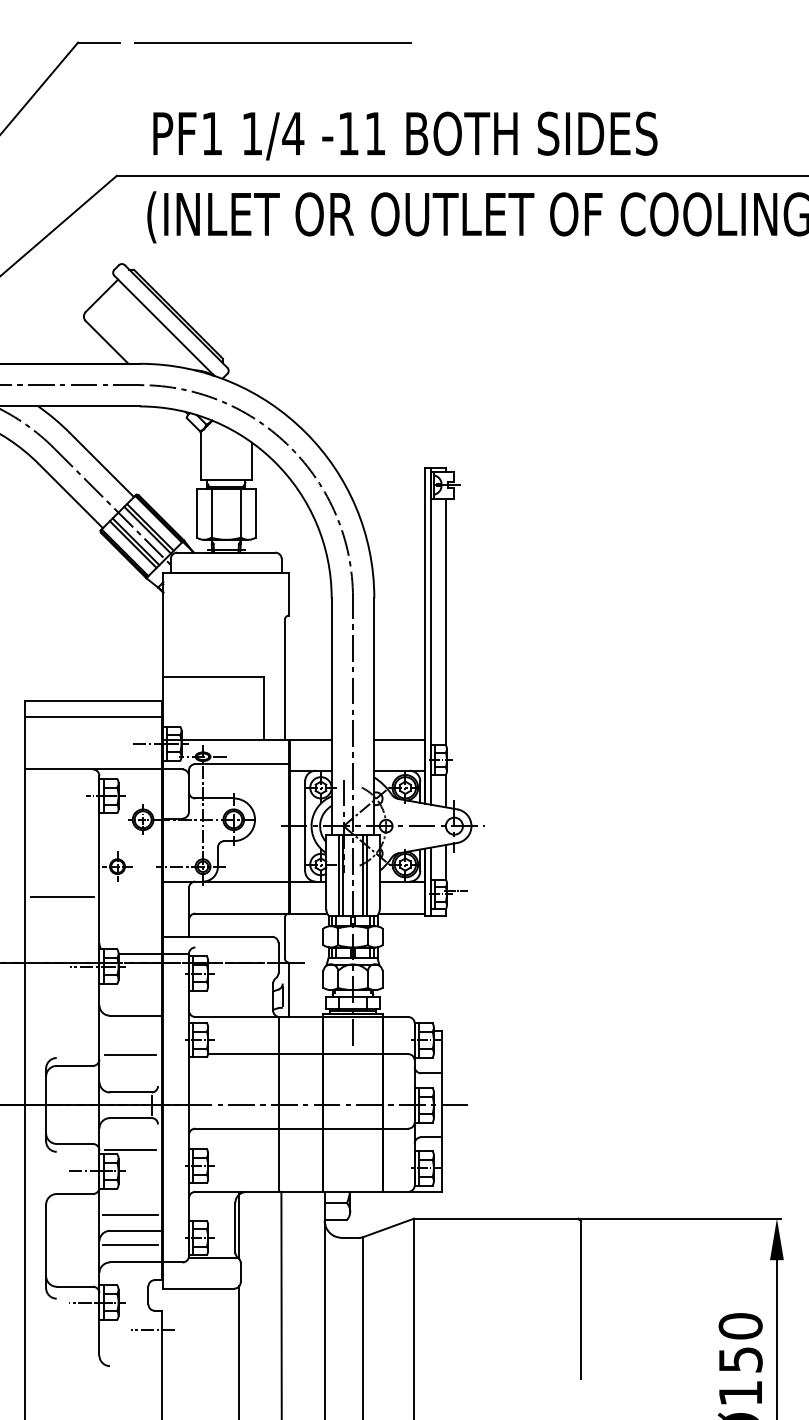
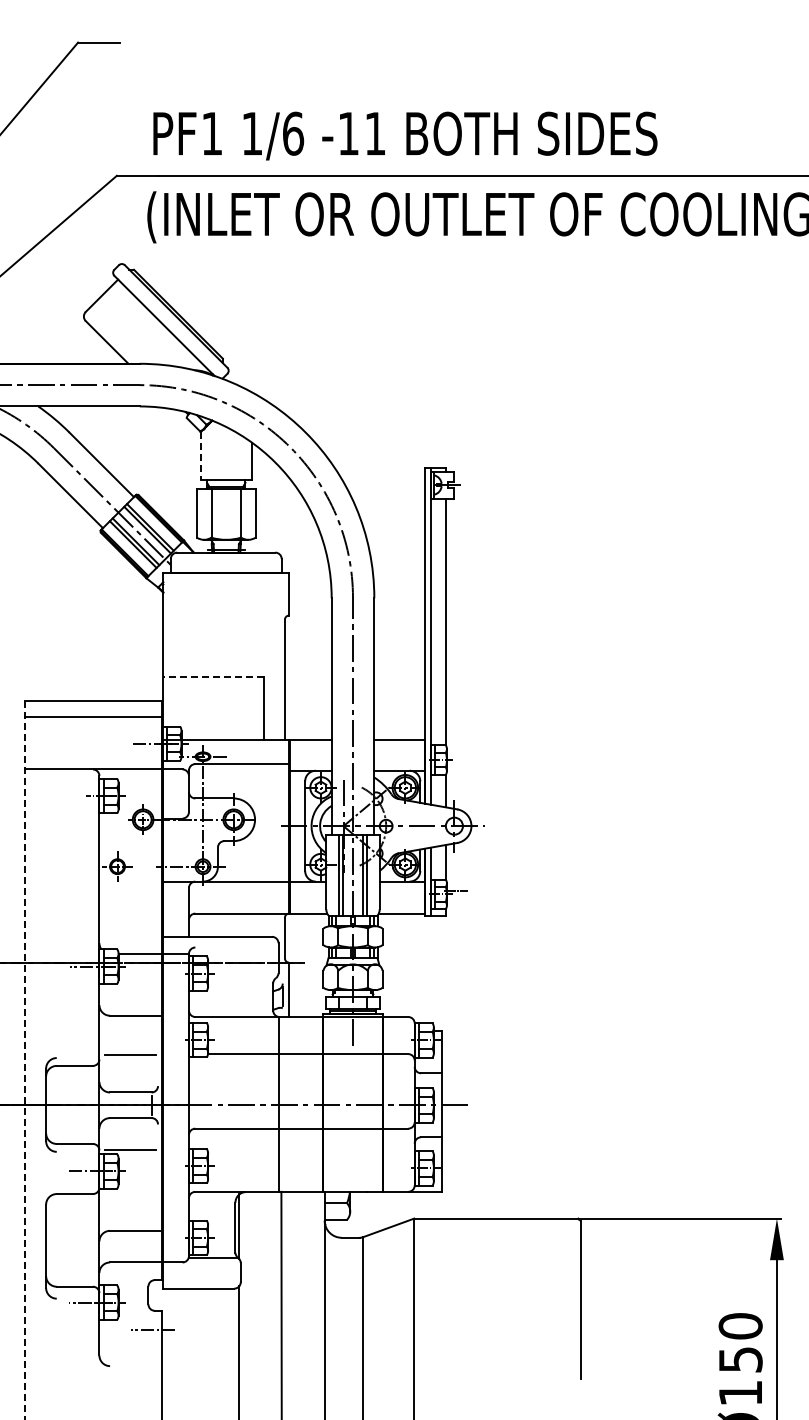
line at (272, 42): present -> none
text at (293, 133): 1/4 -> 1/6
line at (200, 456): solid -> dashed
line at (212, 676): solid -> dashed
line at (62, 897): present -> none
line at (24, 1060): solid -> dashed
line at (130, 1214): present -> none
line at (130, 1244): present -> none
